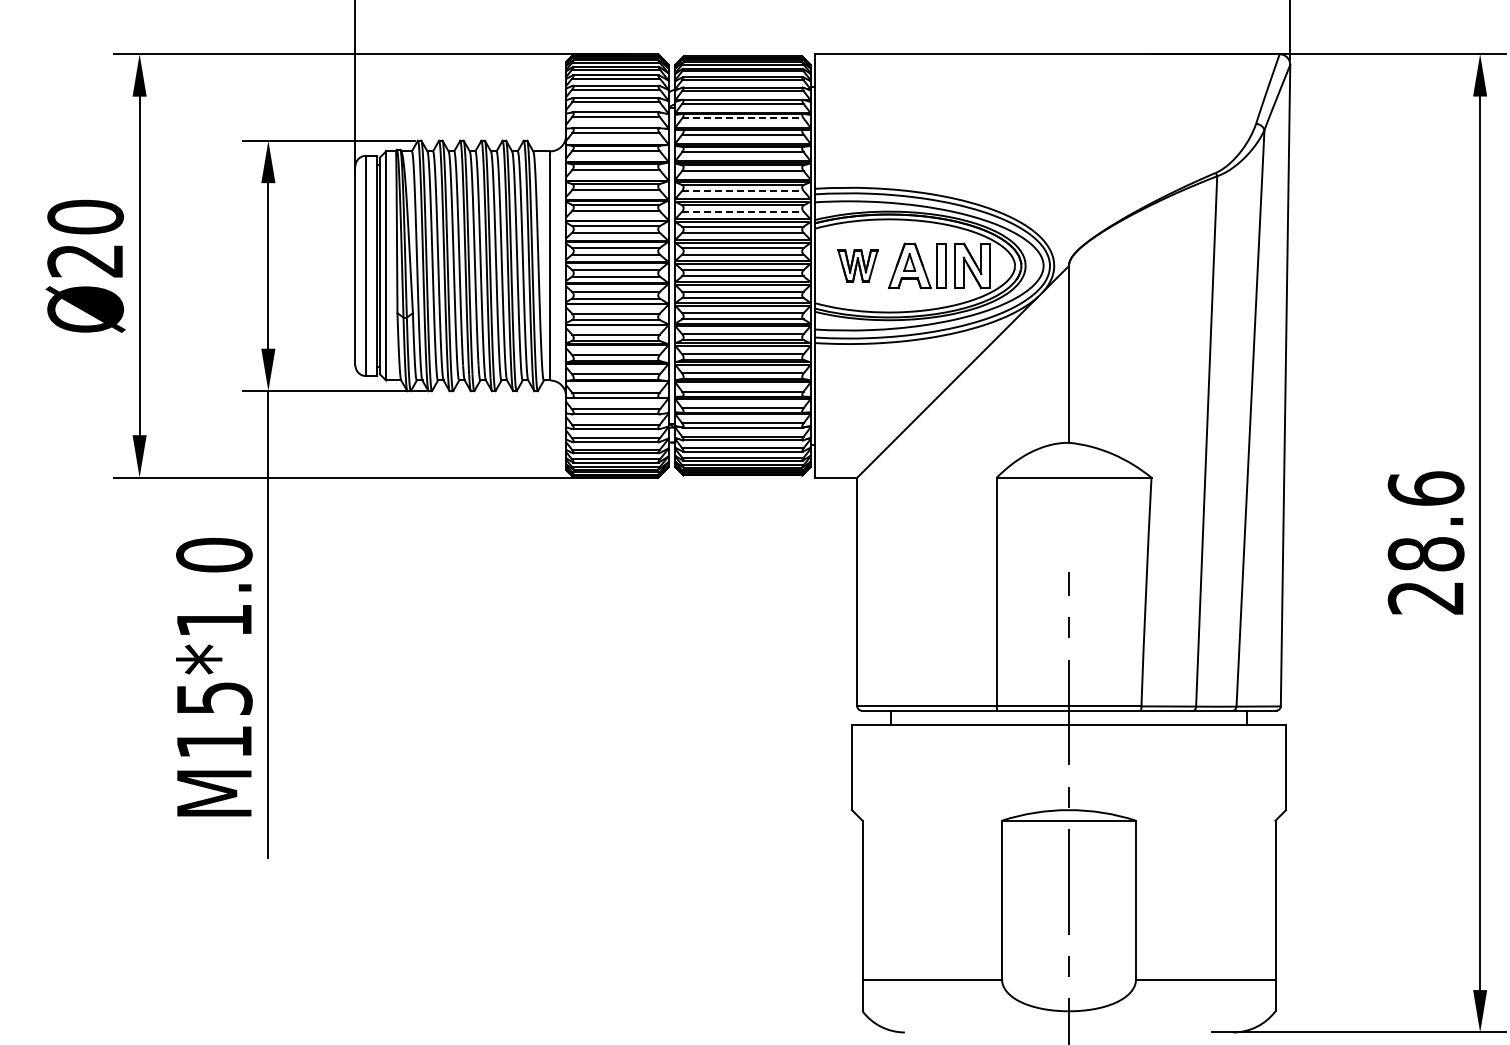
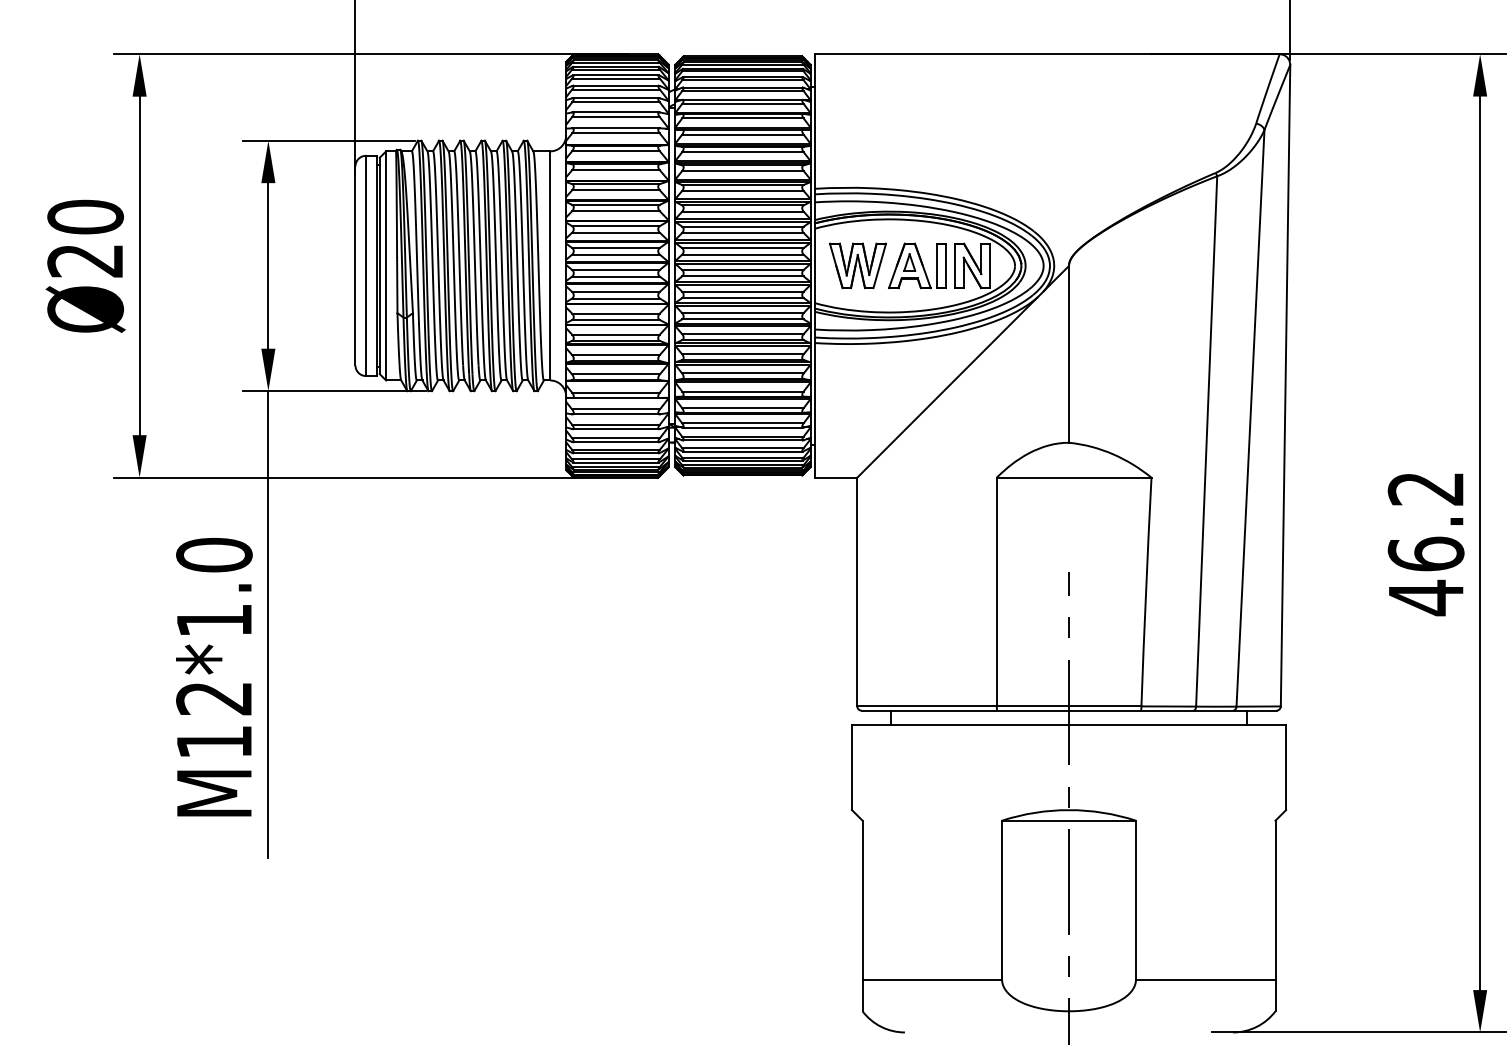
line at (742, 118): dashed -> solid
line at (742, 191): dashed -> solid
line at (742, 211): dashed -> solid
part at (857, 265) size: 42x34 px -> 58x48 px
text at (1425, 543): 28.6 -> 46.2
text at (214, 698): M15*1.0 -> M12*1.0
